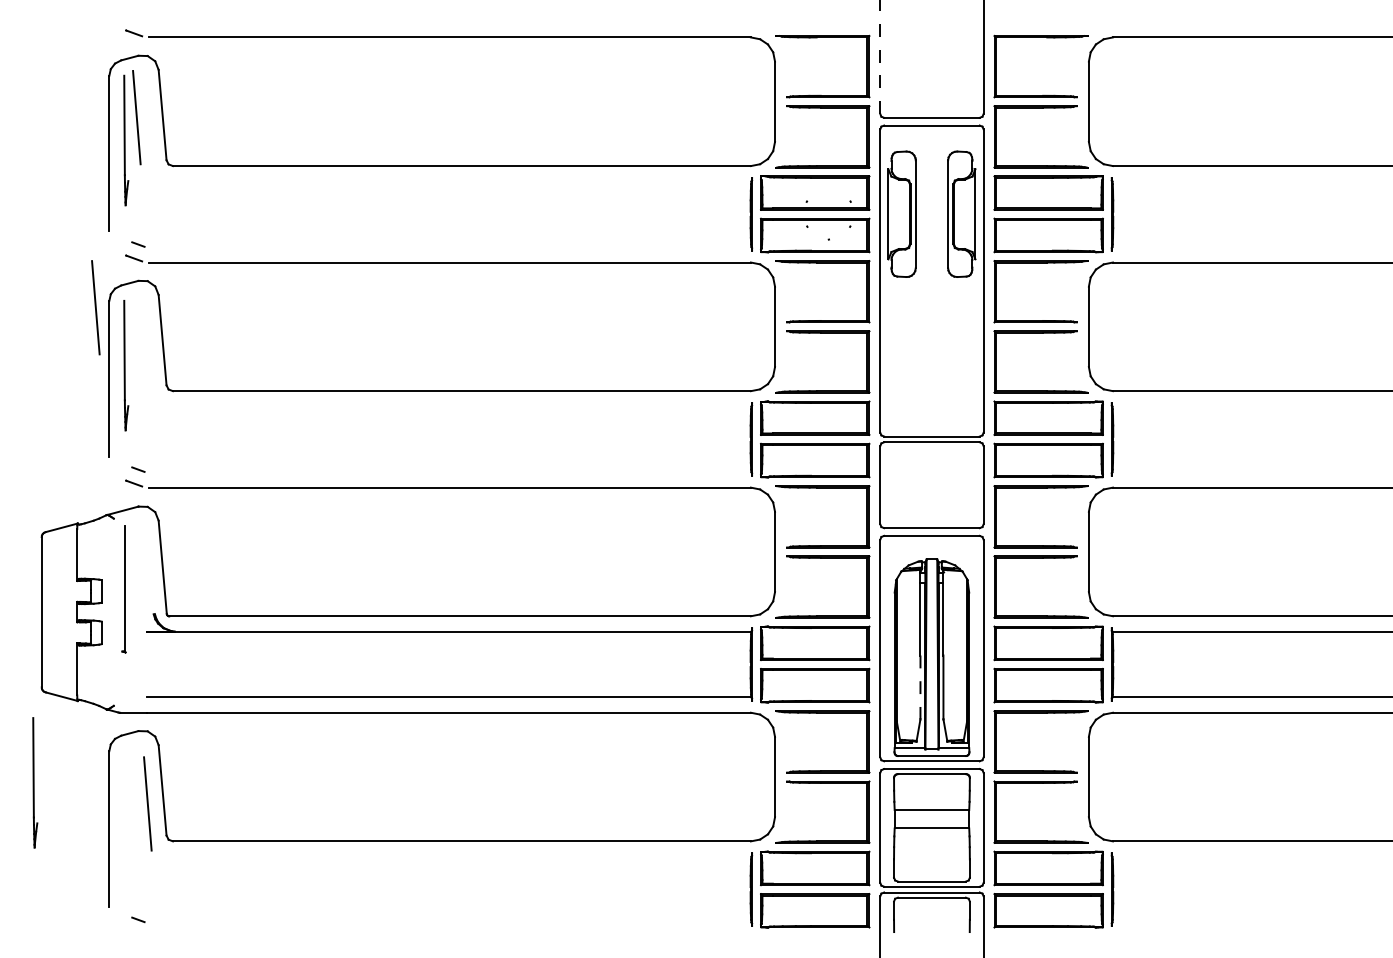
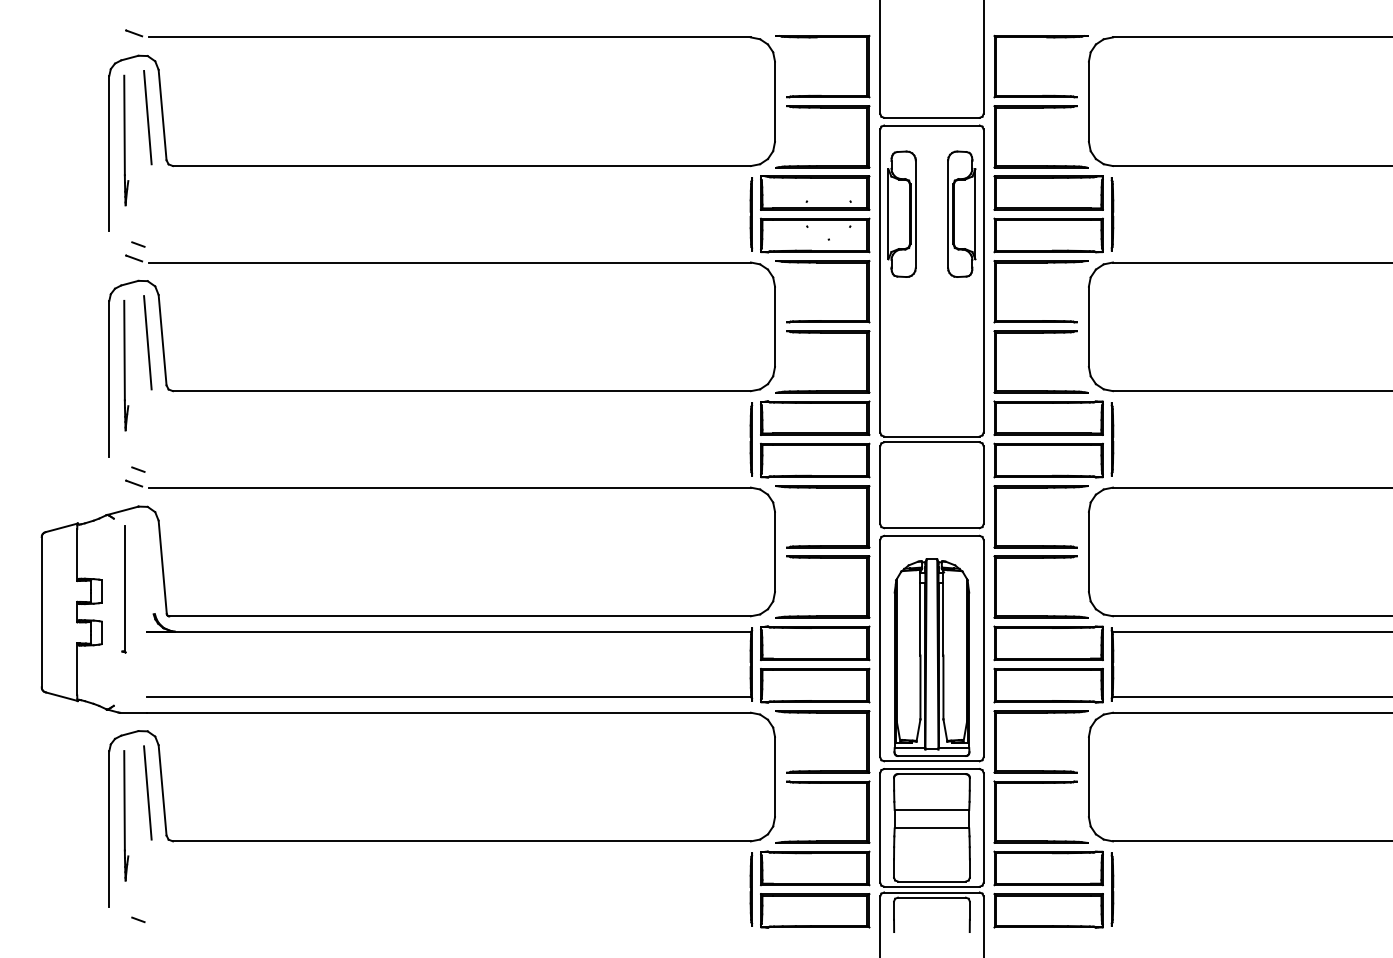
line at (880, 57): dashed -> solid
line at (136, 117) position: (136, 117) -> (147, 117)
line at (95, 307) position: (95, 307) -> (147, 342)
line at (920, 687): dashed -> solid
part at (35, 782) position: (35, 782) -> (126, 815)
line at (147, 803) position: (147, 803) -> (147, 792)
